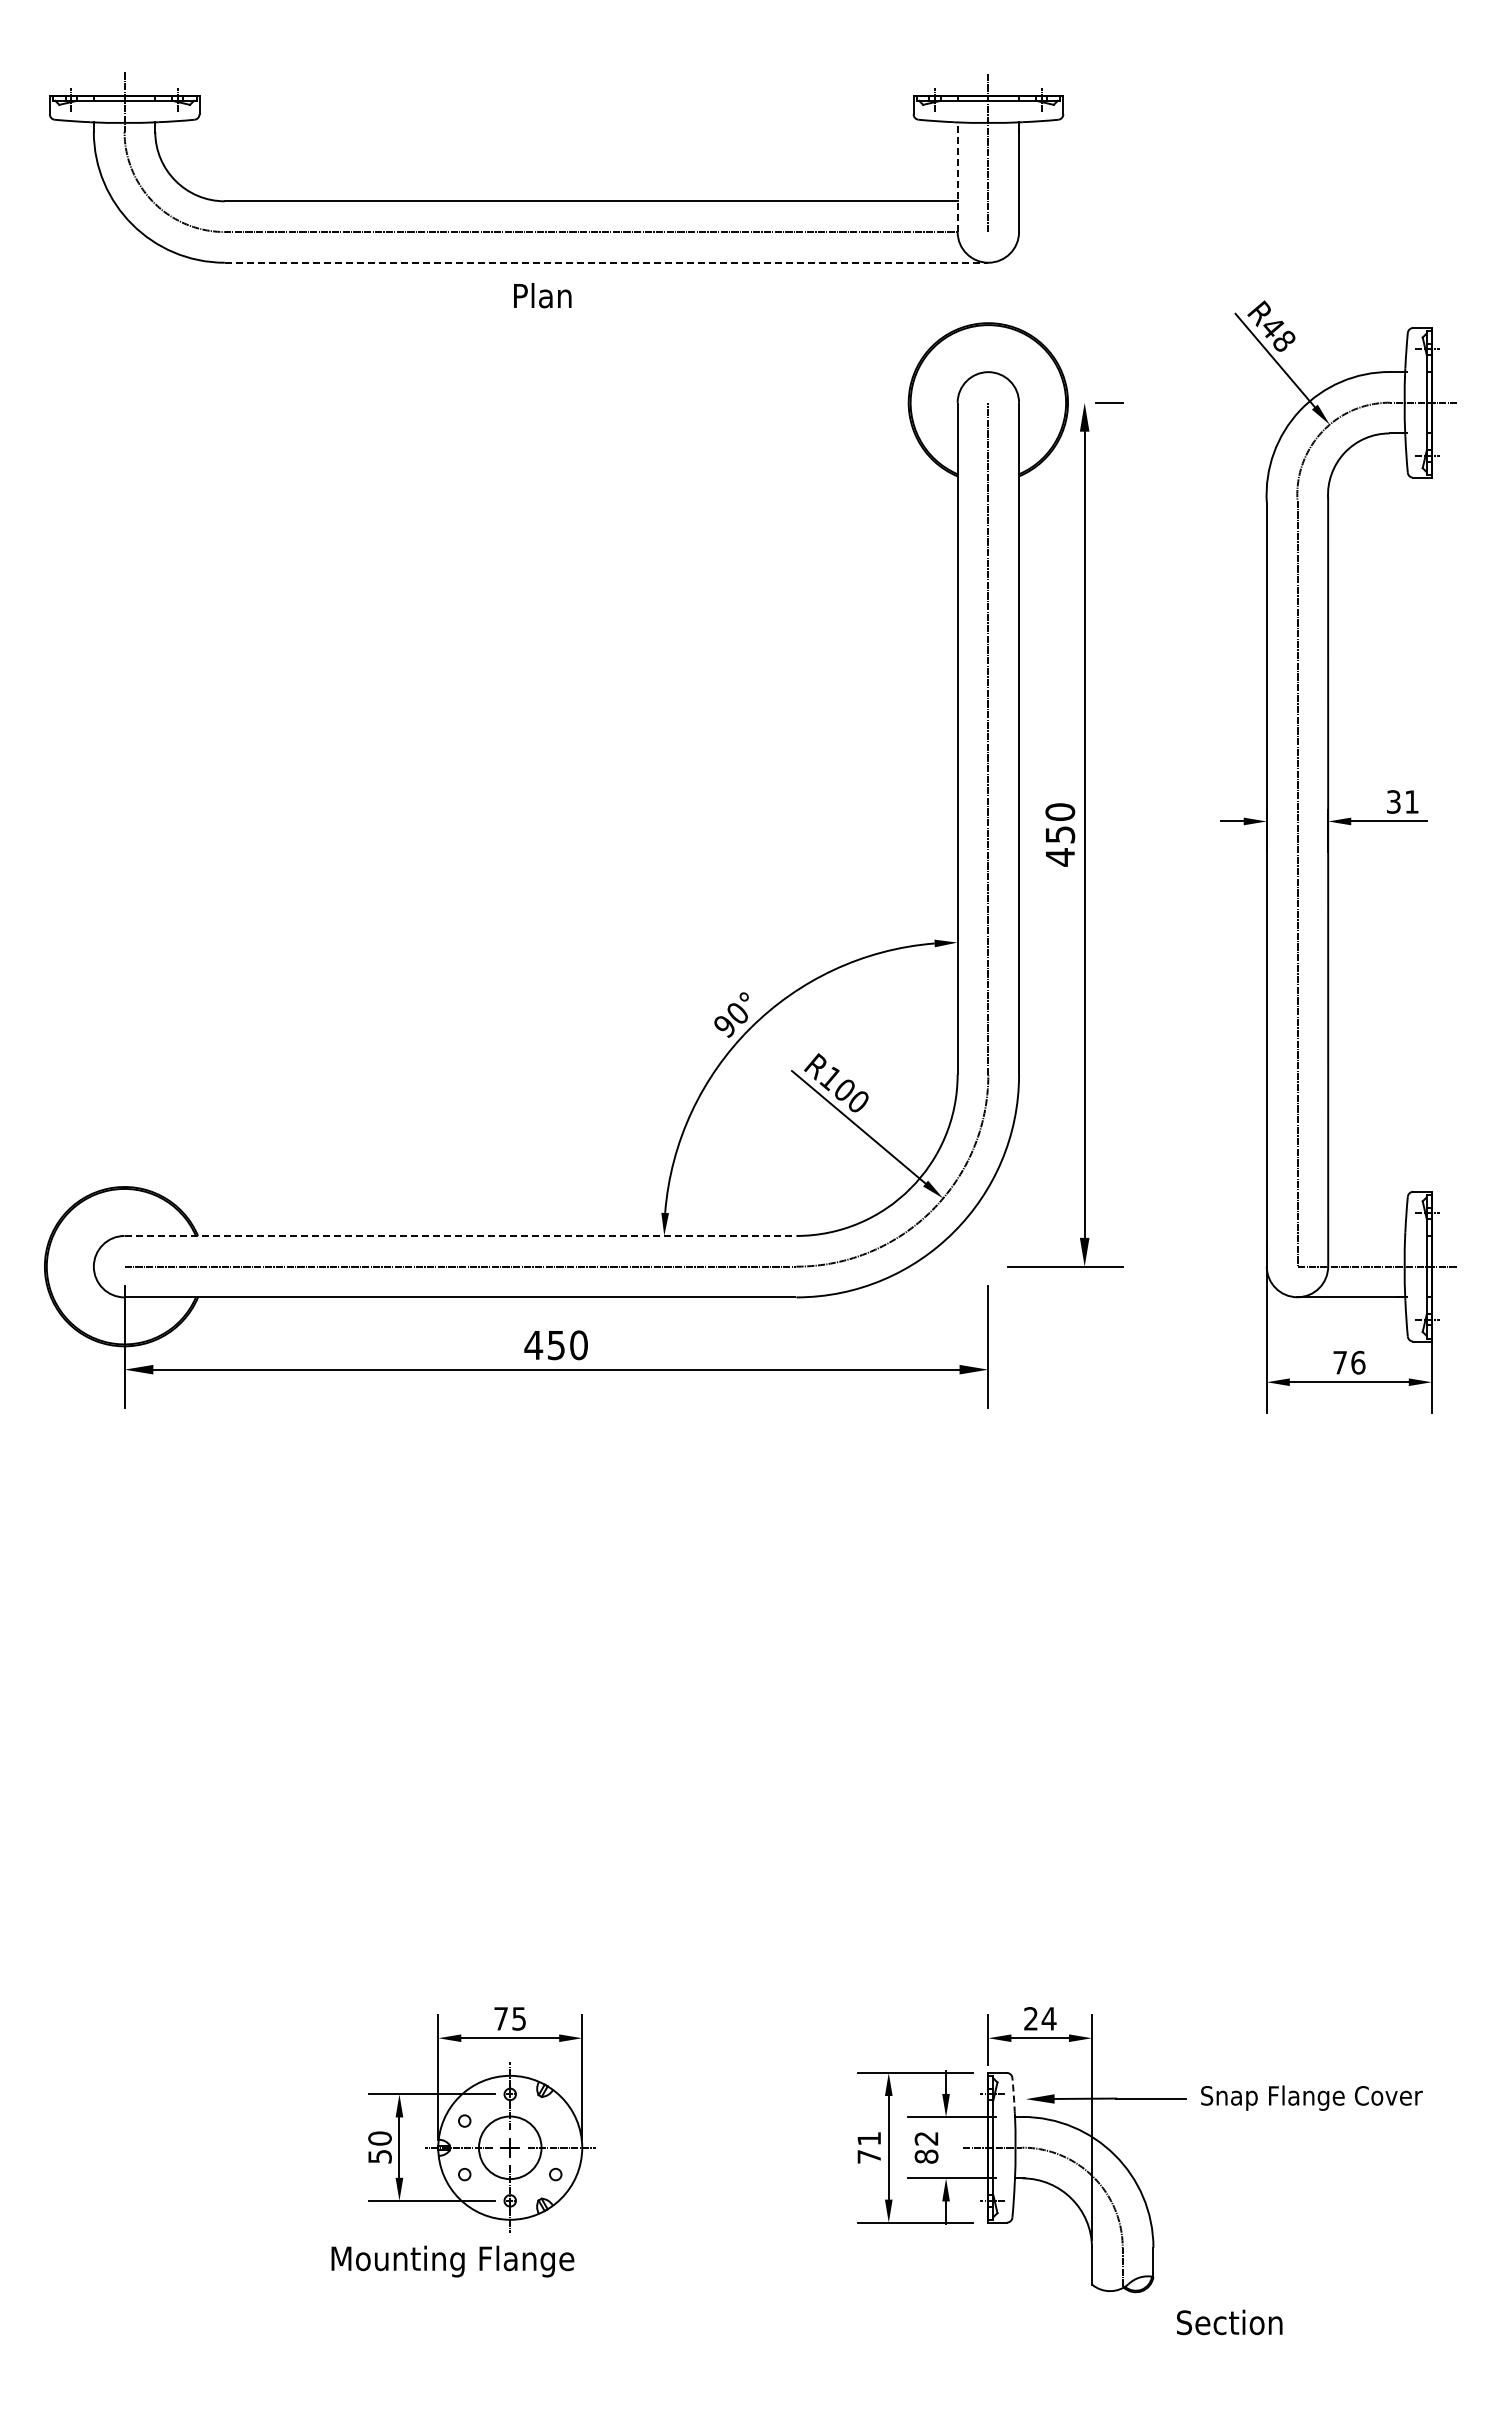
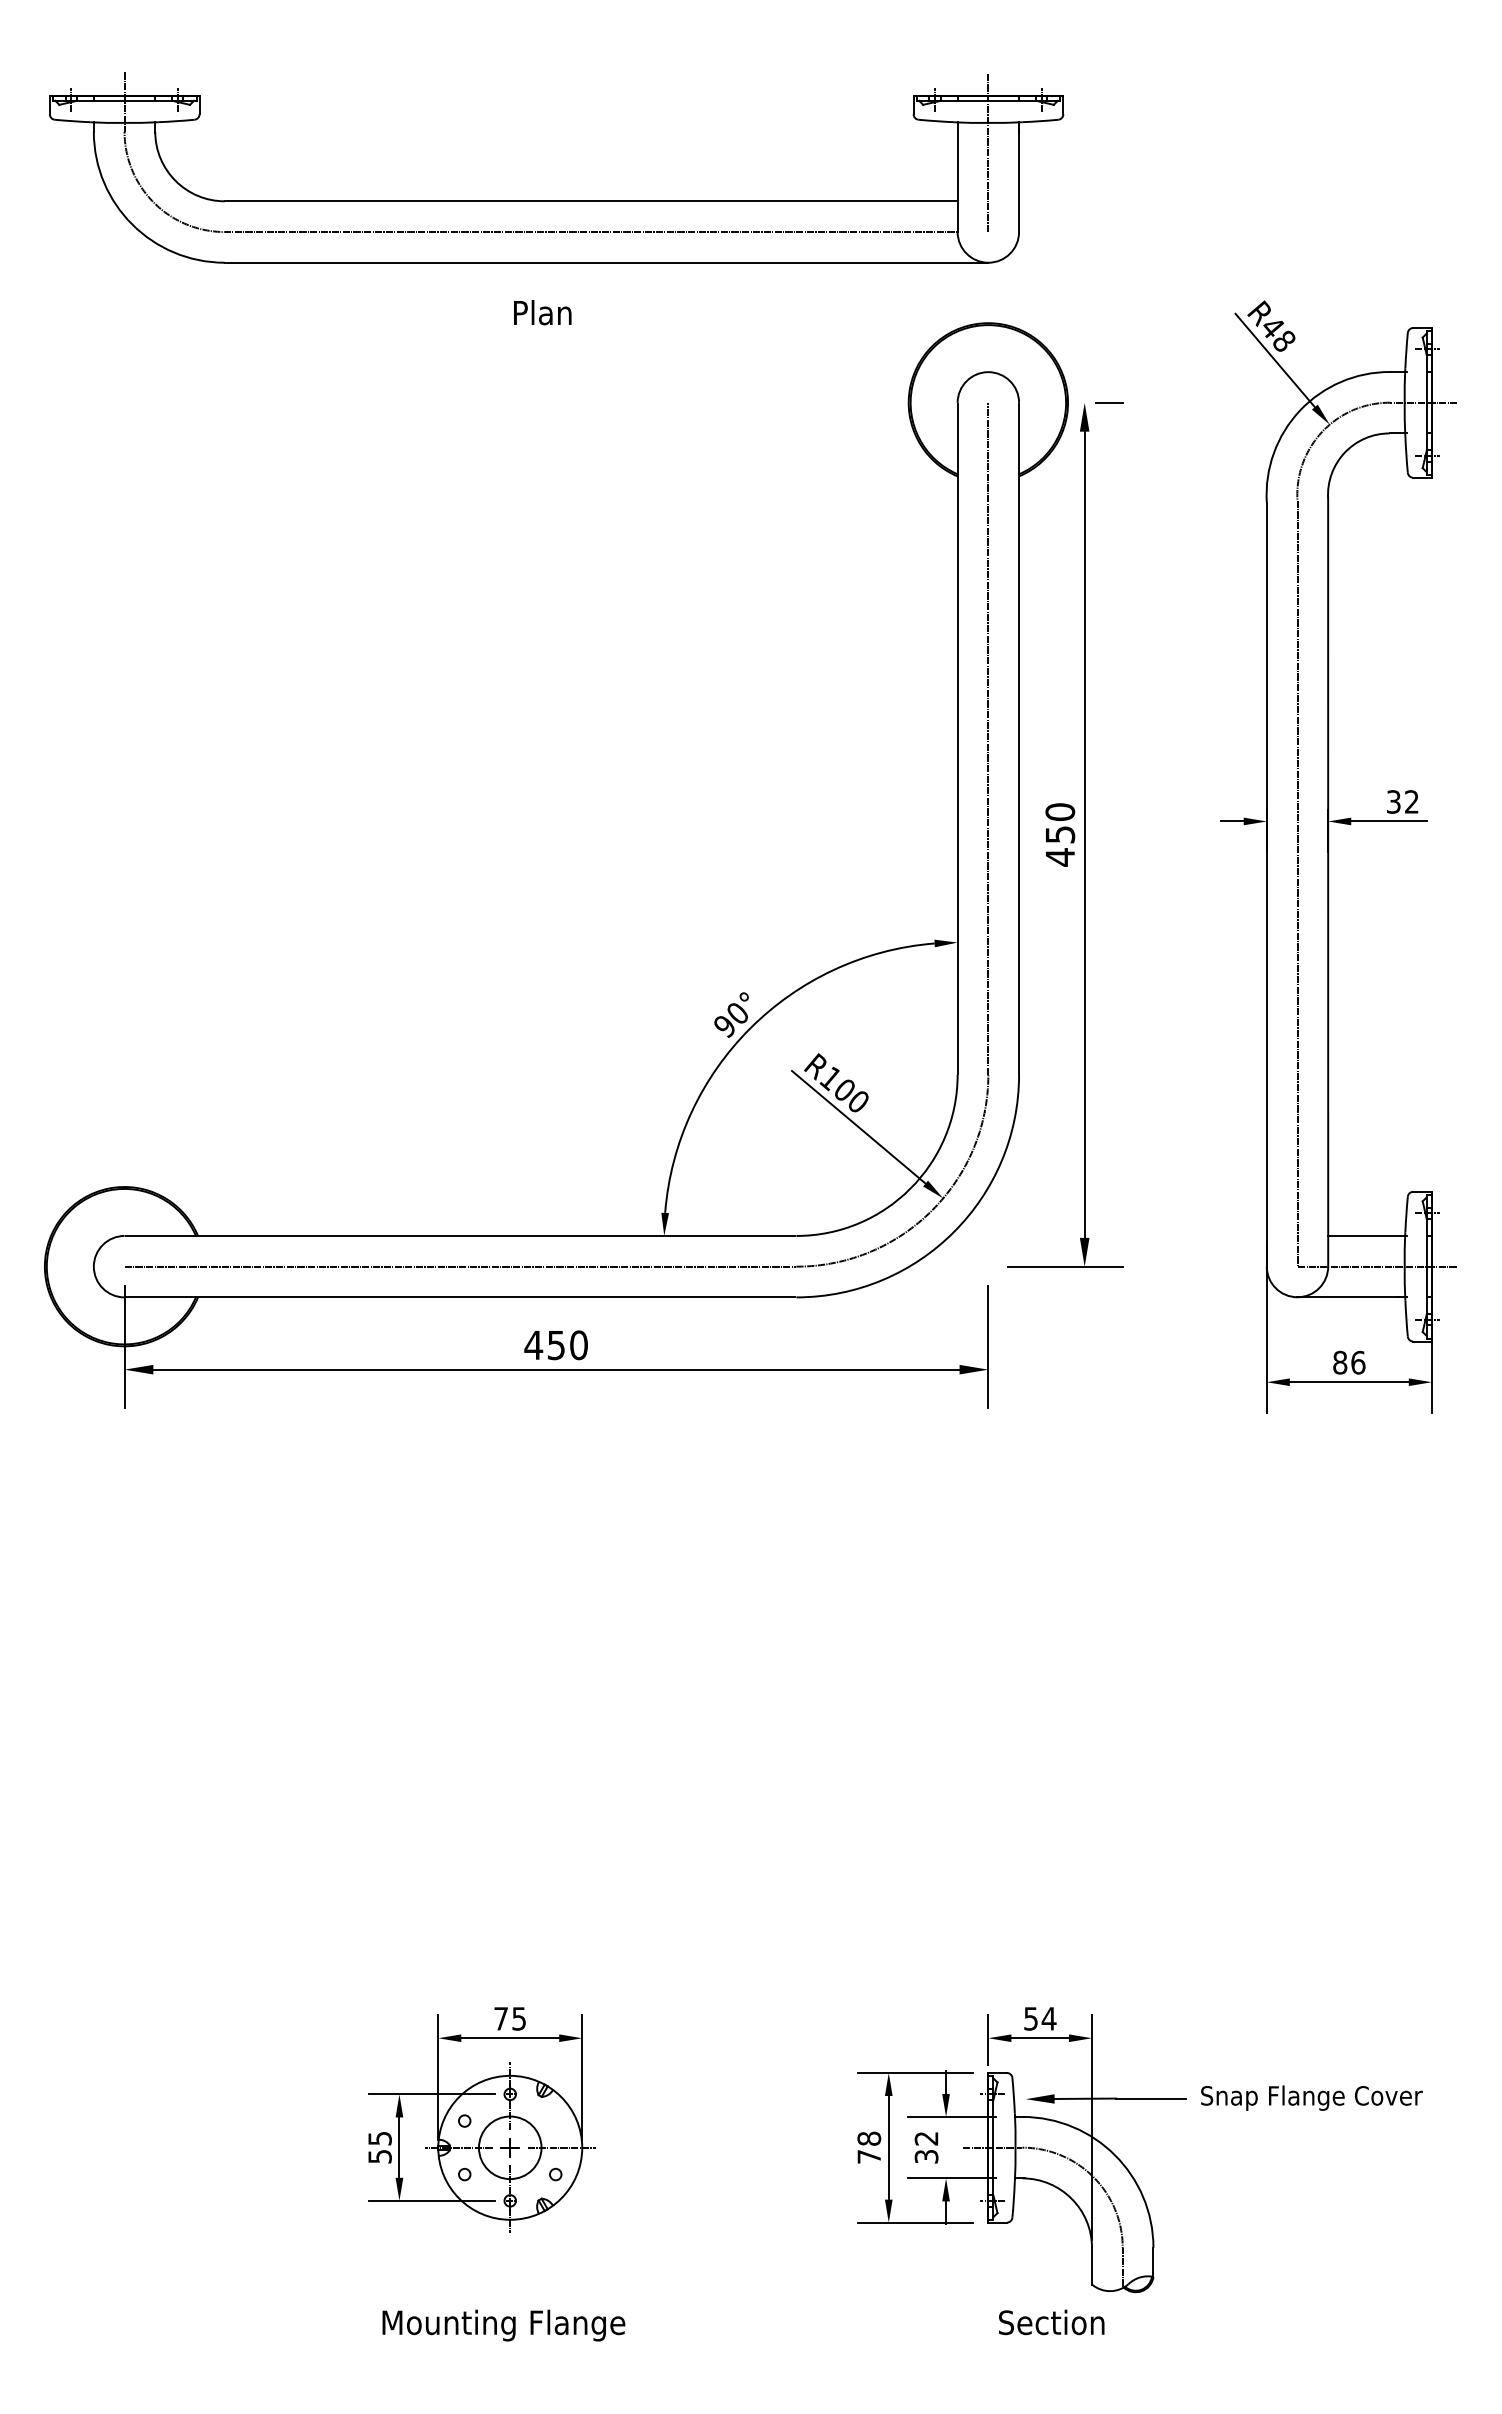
line at (957, 177): dashed -> solid
line at (606, 262): dashed -> solid
text at (542, 295) position: (542, 295) -> (542, 312)
text at (1411, 801): 31 -> 32
line at (460, 1235): dashed -> solid
line at (1367, 1235): none -> present
text at (1340, 1362): 76 -> 86
text at (1030, 2018): 24 -> 54
arc at (1013, 2095): dashed -> solid
text at (379, 2138): 50 -> 55
text at (869, 2138): 71 -> 78
text at (926, 2156): 82 -> 32
text at (452, 2261) position: (452, 2261) -> (503, 2325)
text at (1229, 2322) position: (1229, 2322) -> (1051, 2322)
